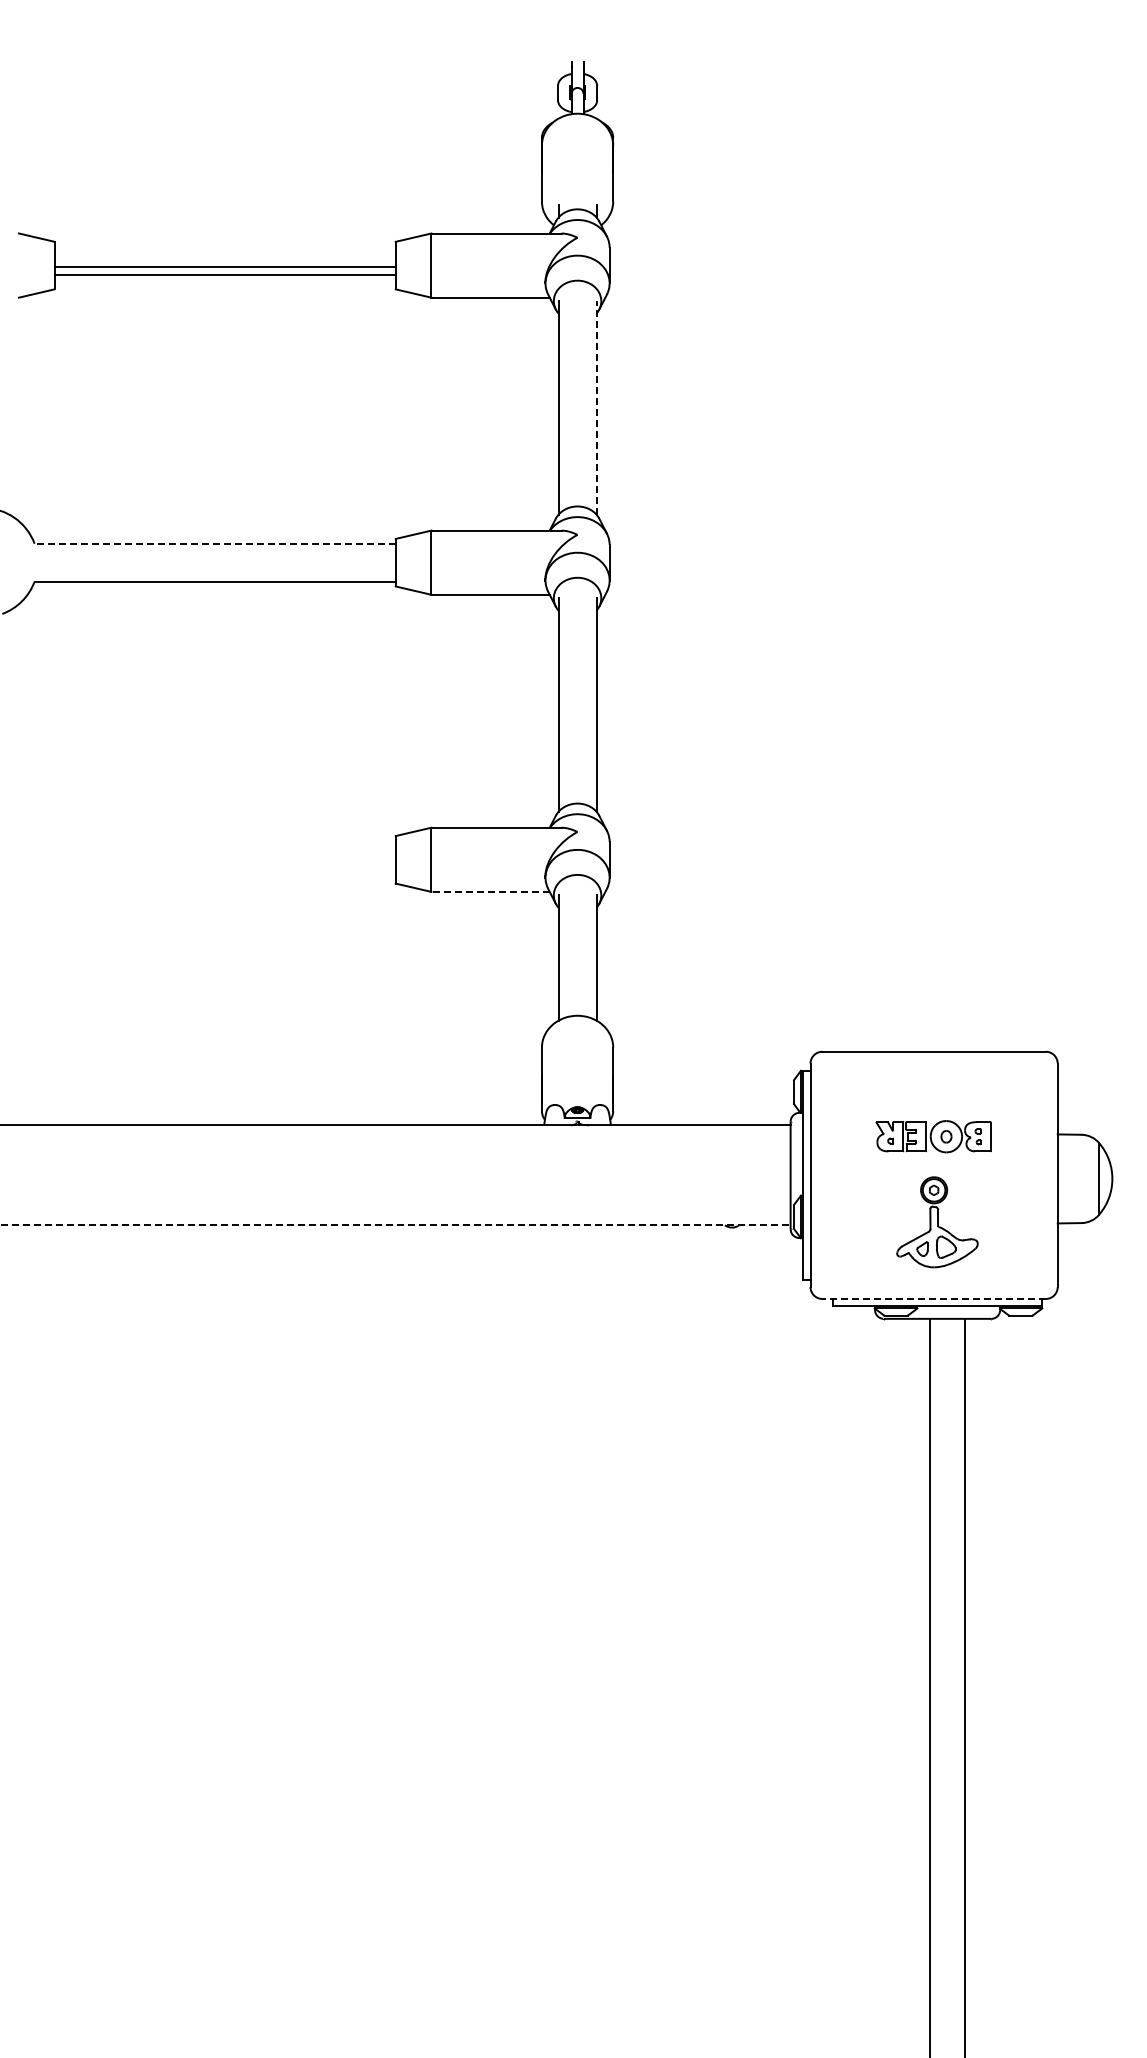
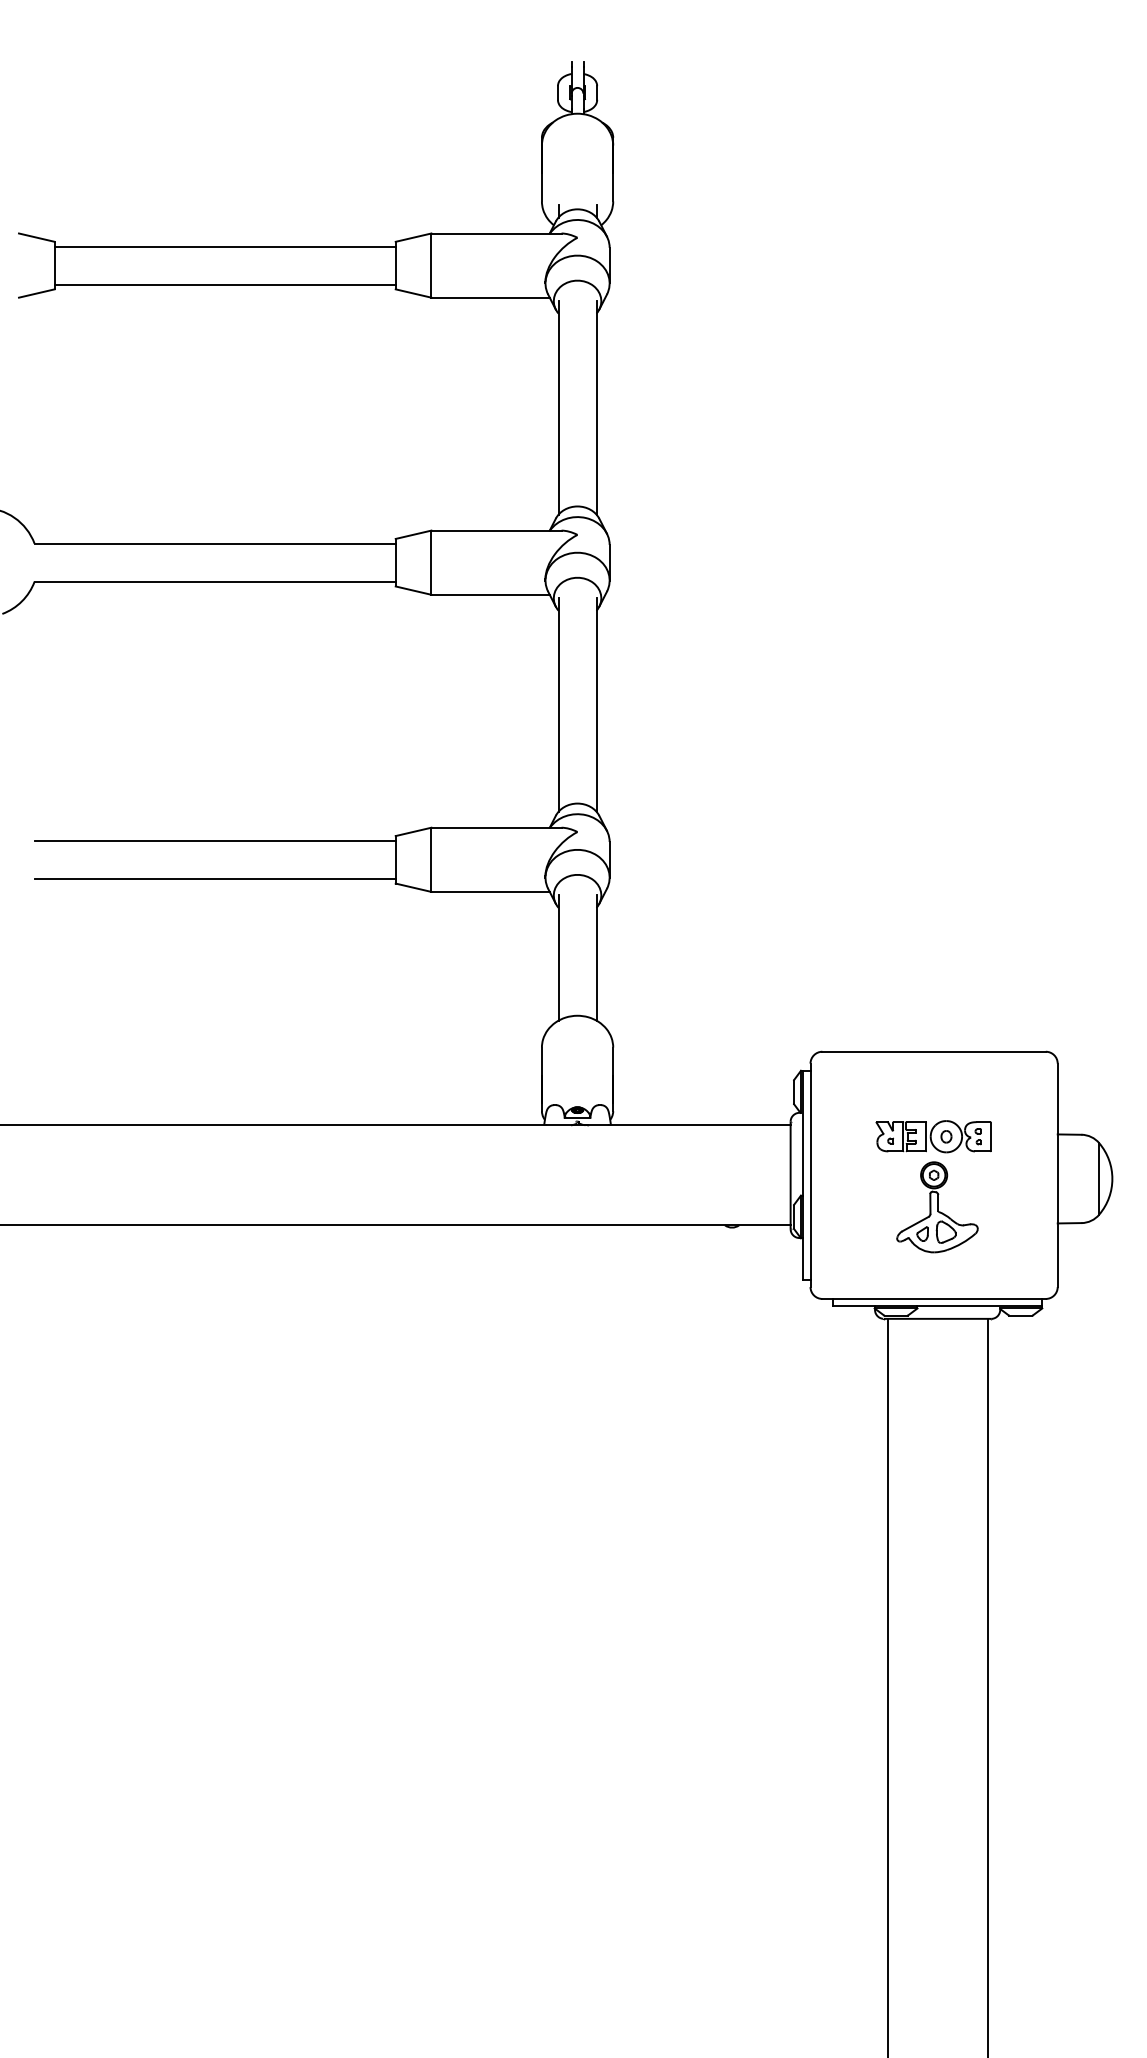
line at (224, 266) position: (224, 266) -> (224, 284)
line at (224, 274) position: (224, 274) -> (224, 246)
line at (596, 407): dashed -> solid
line at (215, 543): dashed -> solid
line at (214, 840): none -> present
line at (214, 878): none -> present
line at (490, 891): dashed -> solid
part at (937, 1222) position: (937, 1222) -> (937, 1207)
line at (395, 1225): dashed -> solid
line at (934, 1298): dashed -> solid
line at (929, 1686) position: (929, 1686) -> (887, 1686)
line at (964, 1686) position: (964, 1686) -> (987, 1686)
